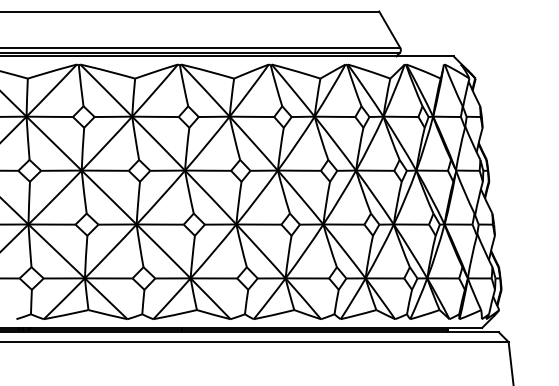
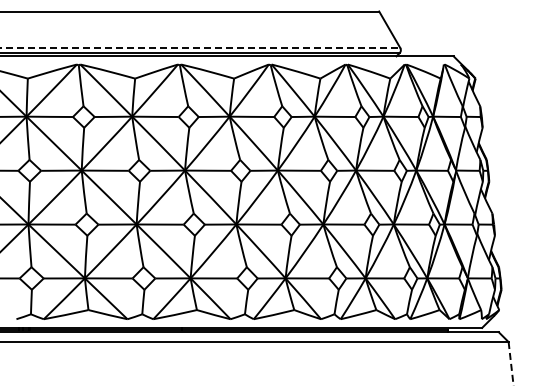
line at (200, 48): solid -> dashed
line at (511, 363): solid -> dashed
